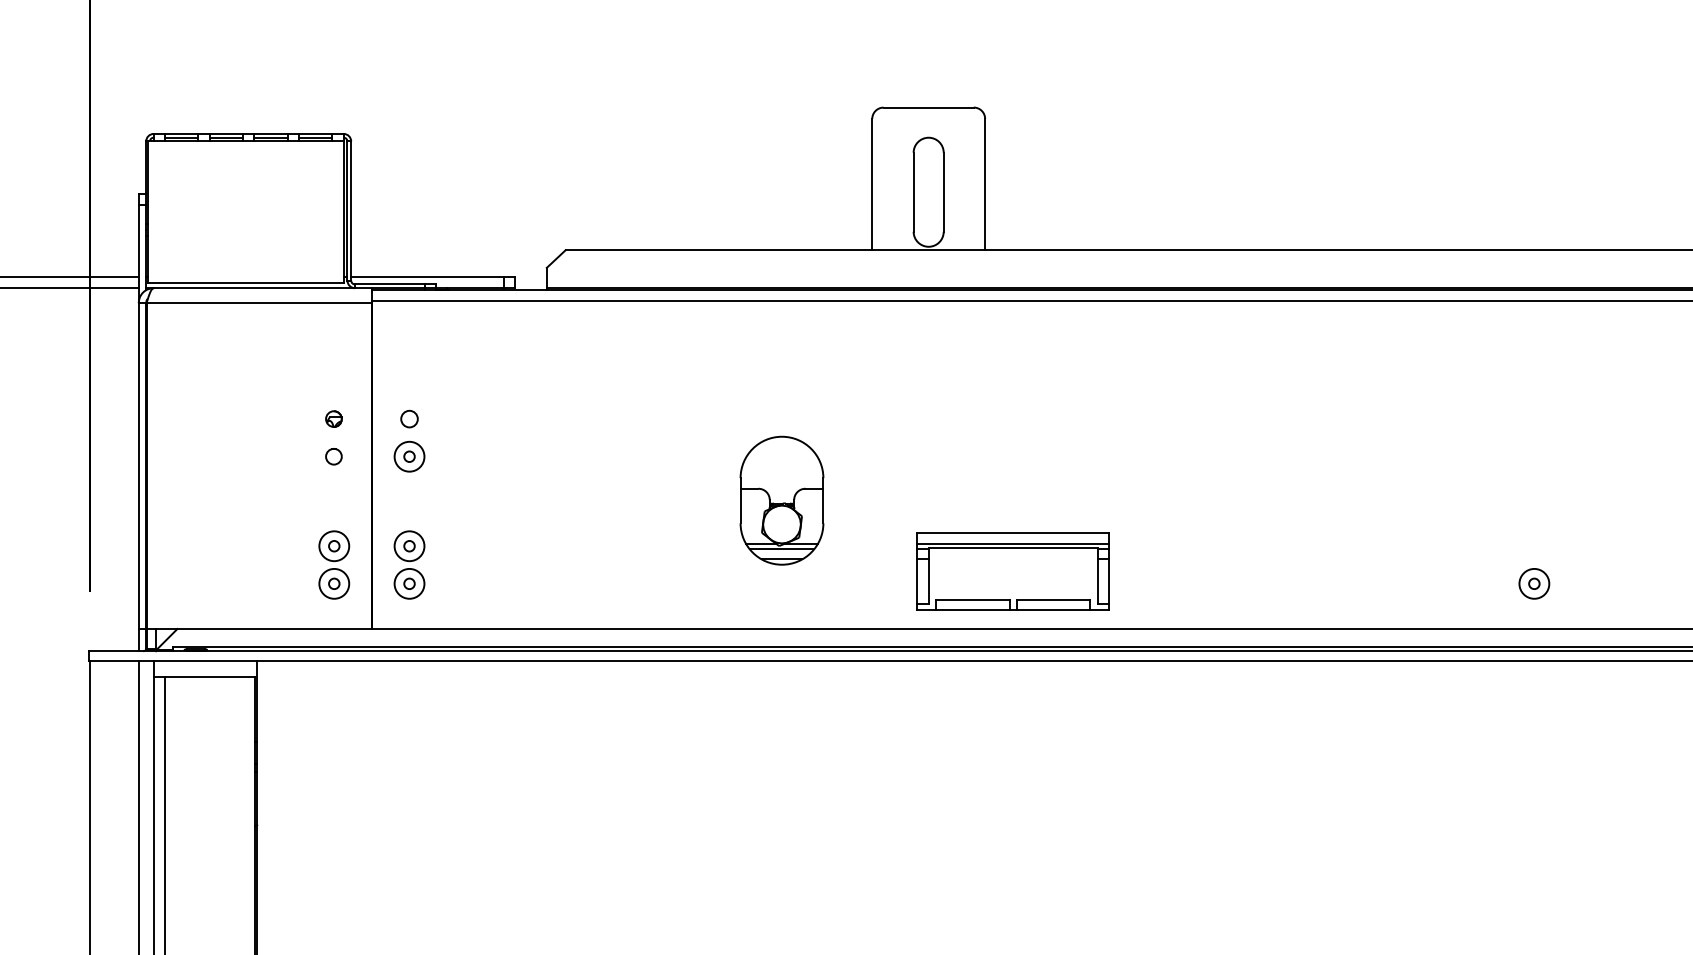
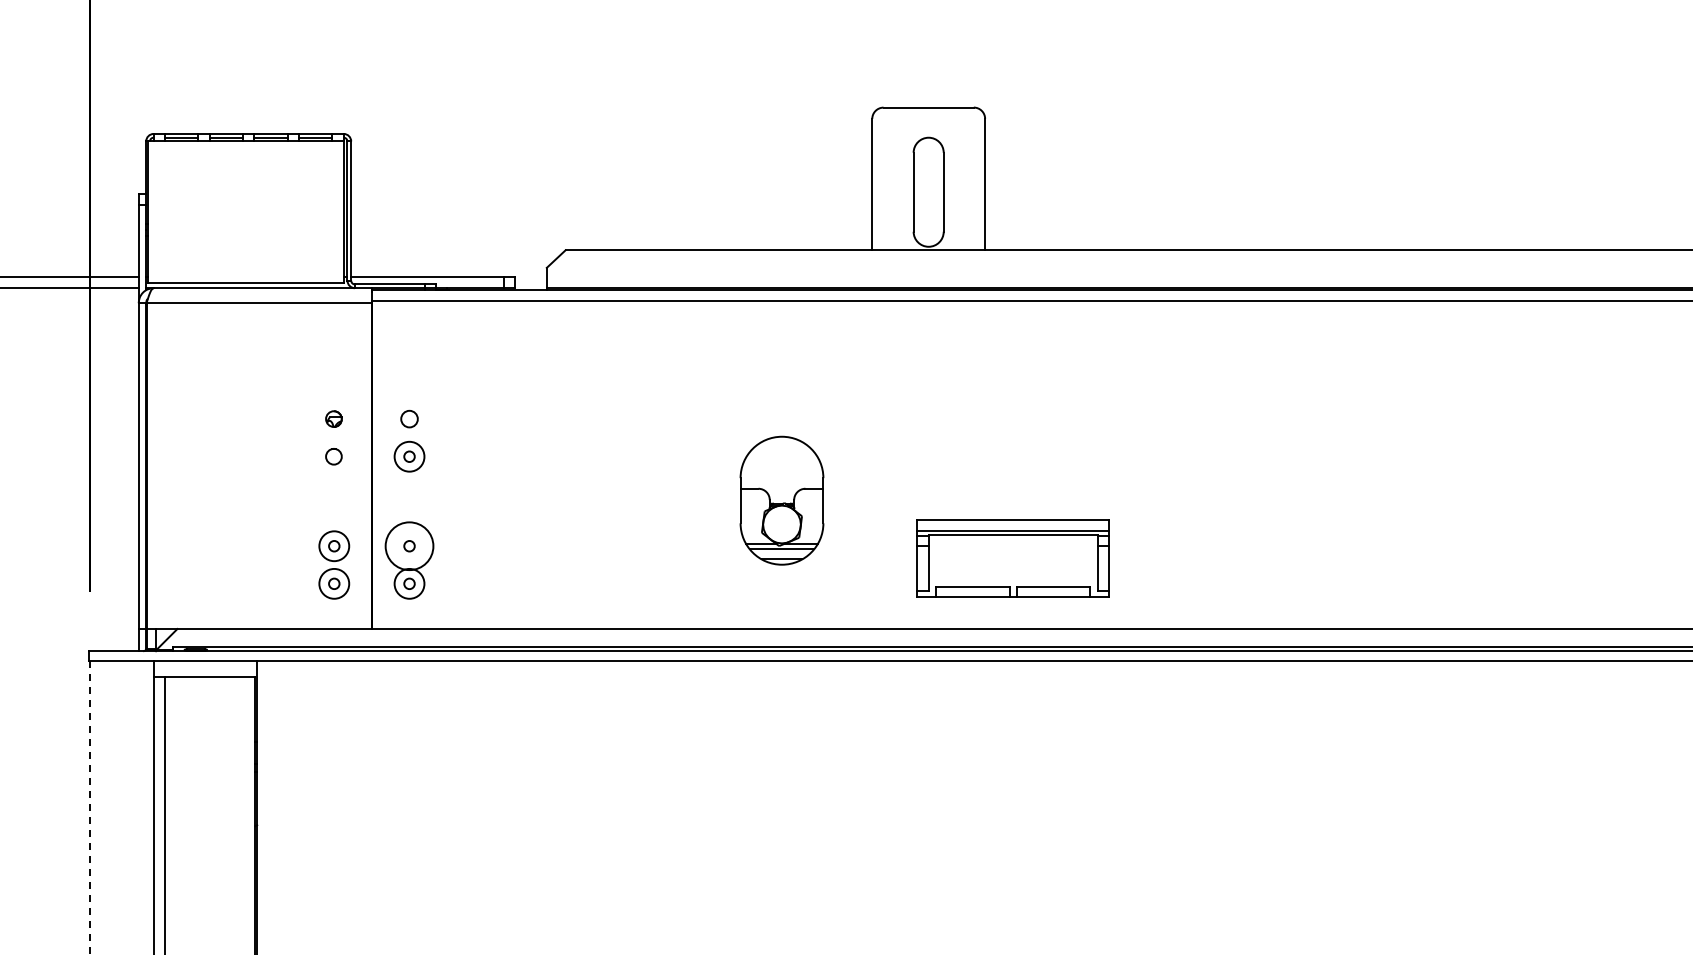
circle at (409, 546) diameter: 30 px -> 48 px
part at (1012, 571) position: (1012, 571) -> (1012, 558)
part at (1534, 583): present -> none
line at (138, 805): present -> none
line at (89, 807): solid -> dashed
